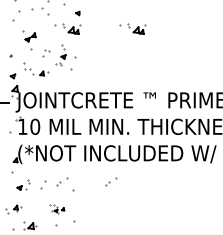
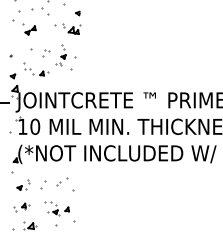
part at (132, 28): present -> none
part at (29, 36) position: (29, 36) -> (29, 29)
part at (111, 181): present -> none
part at (13, 209) position: (13, 209) -> (21, 207)
part at (57, 209) size: 17x11 px -> 26x16 px
